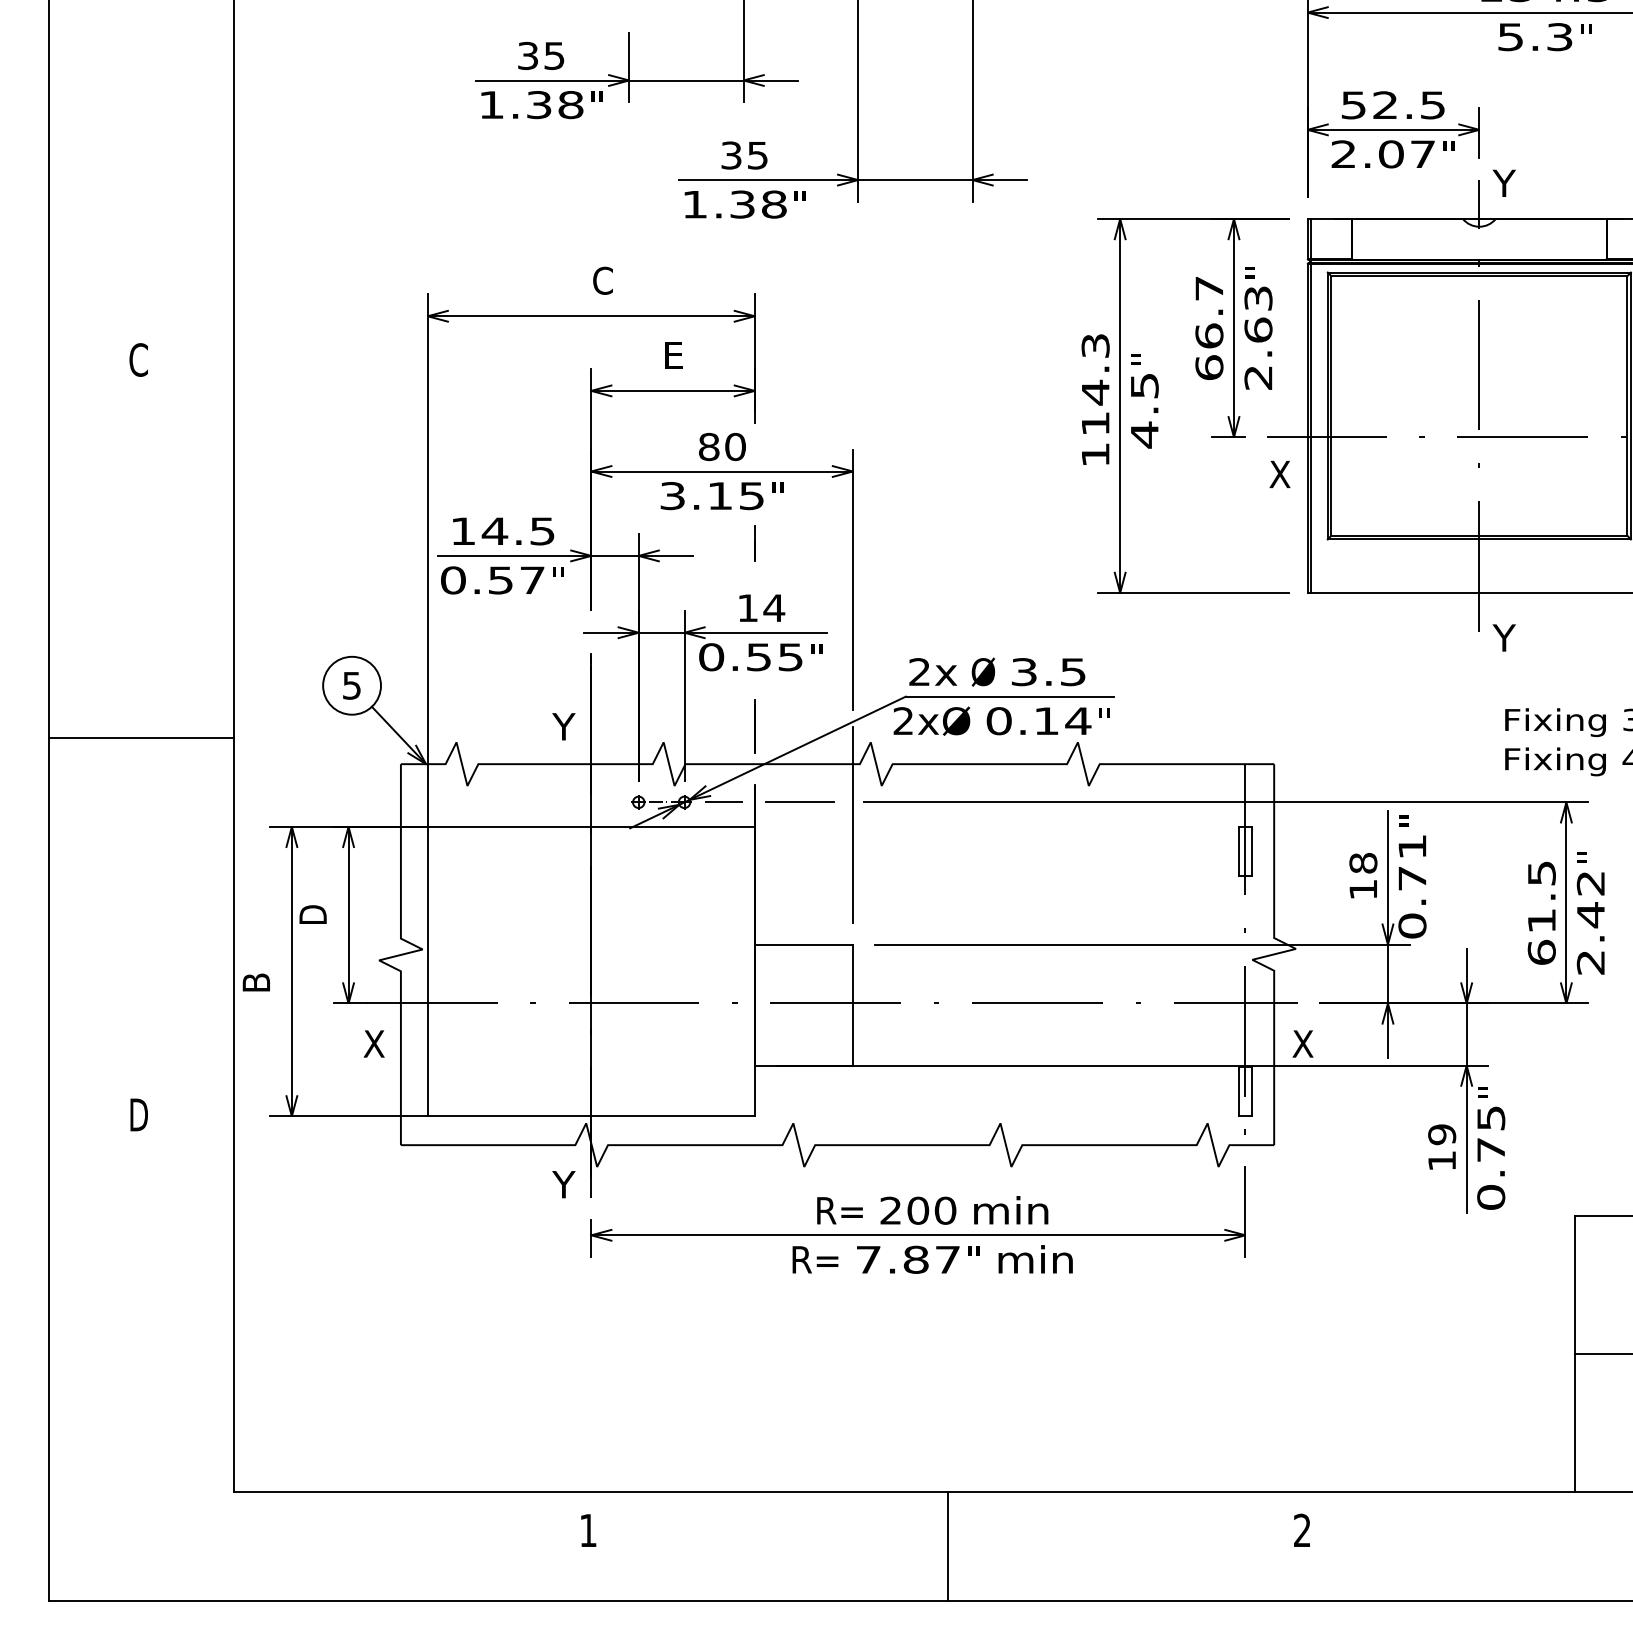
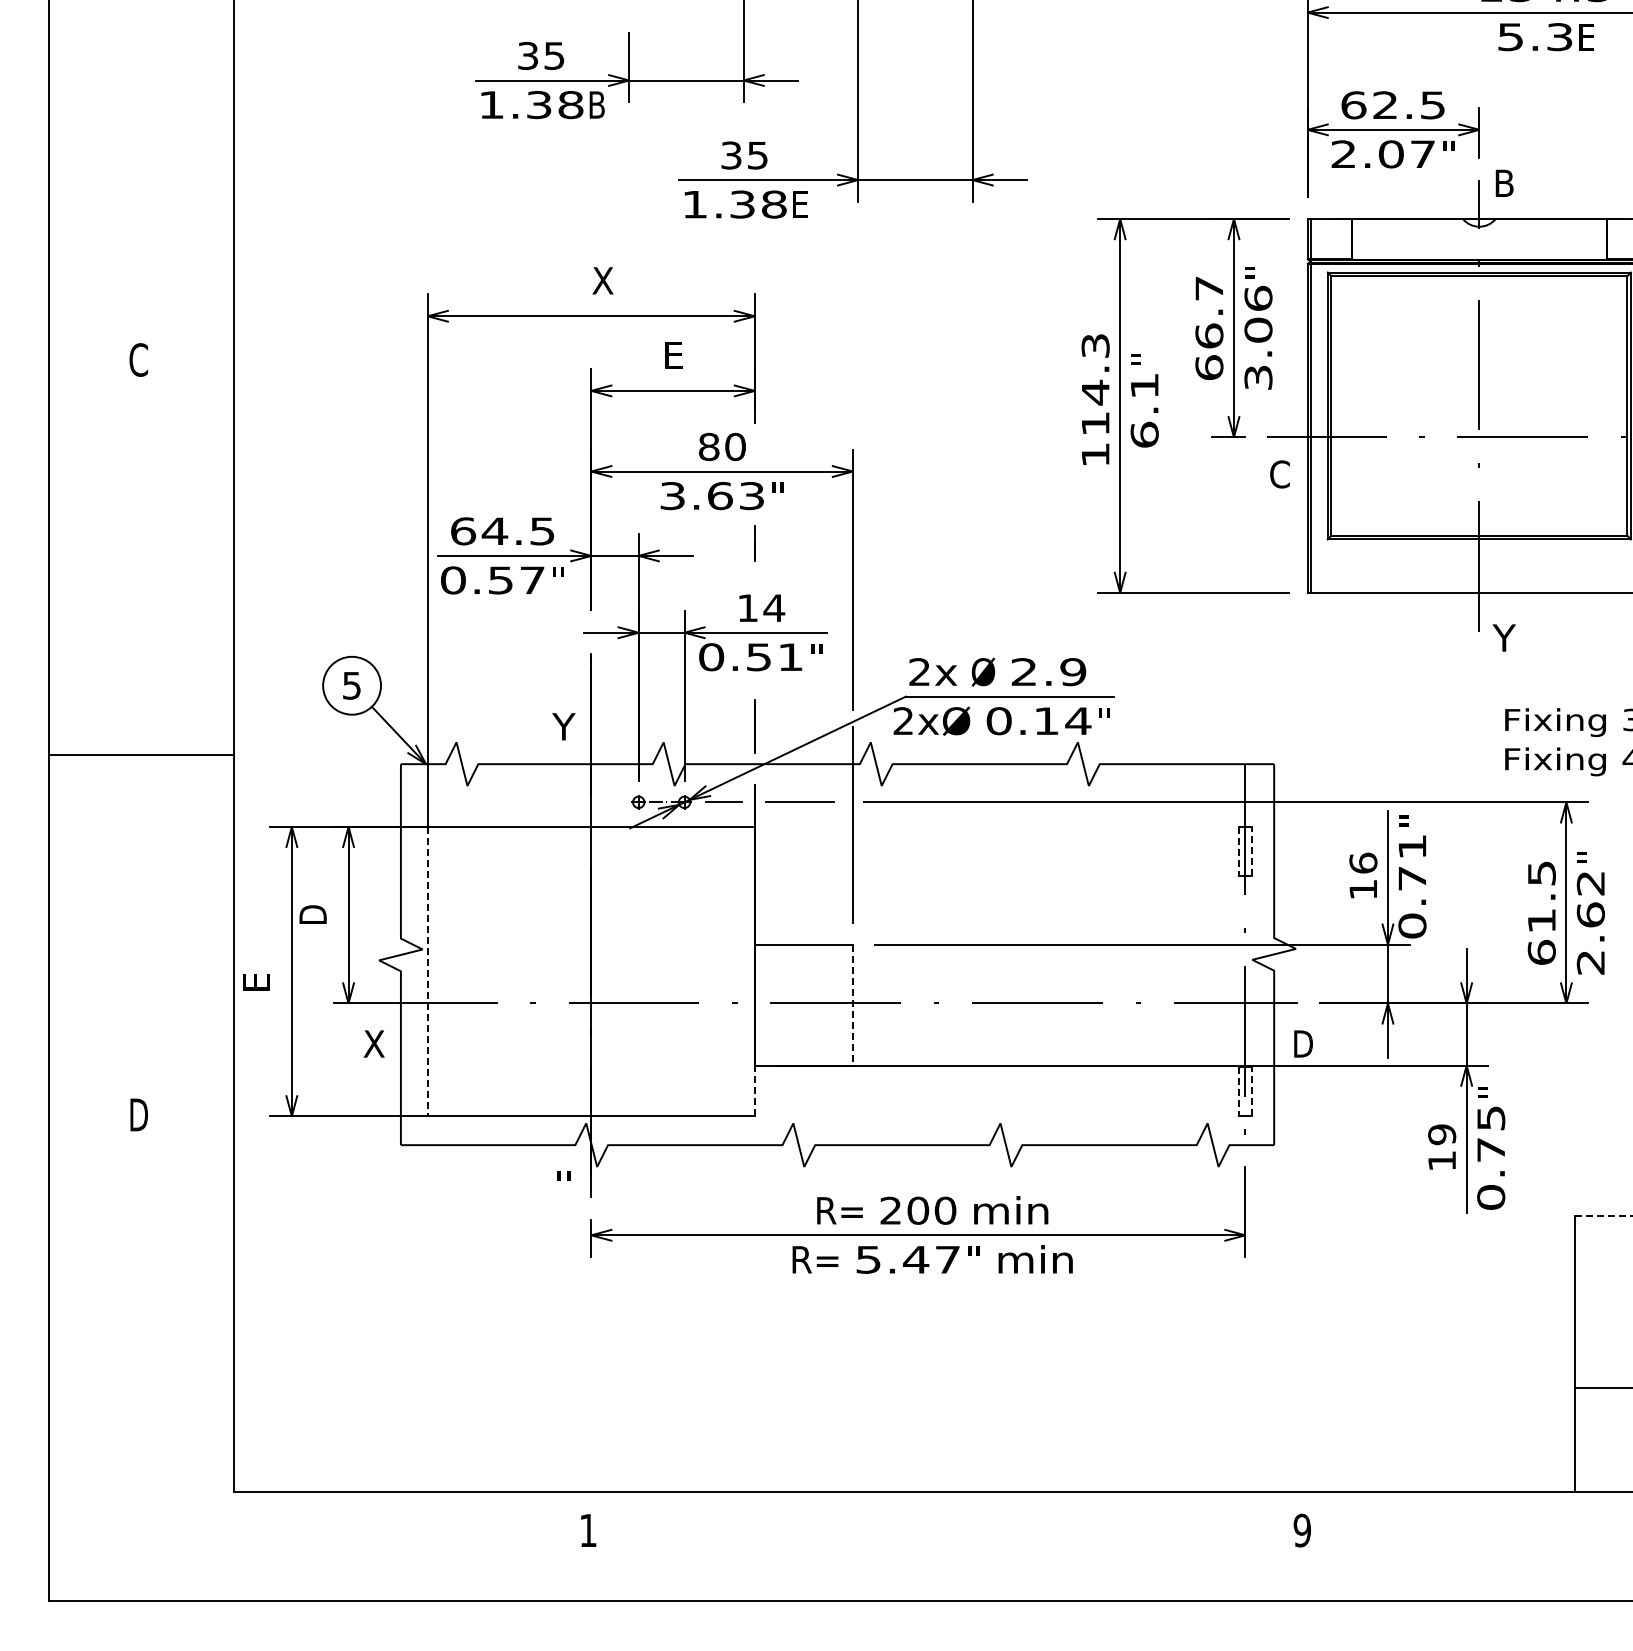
text at (1586, 37): " -> E
text at (596, 104): " -> B
text at (1353, 105): 52.5 -> 62.5
text at (1503, 182): Y -> B
text at (800, 204): " -> E
text at (602, 280): C -> X
text at (1258, 337): 2.63 -> 3.06
text at (1144, 411): 4.5 -> 6.1
text at (1279, 474): X -> C
text at (735, 496): 3.15 -> 3.63
text at (463, 531): 14.5 -> 64.5
text at (790, 657): 0.55 -> 0.51
text at (1048, 672): 3.5 -> 2.9
line at (141, 737) position: (141, 737) -> (141, 754)
line at (1238, 851): solid -> dashed
line at (1251, 851): solid -> dashed
text at (1363, 862): 18 -> 16
text at (1590, 915): 2.42 -> 2.62
line at (427, 971): solid -> dashed
text at (255, 982): B -> E
line at (852, 1005): solid -> dashed
text at (1302, 1043): X -> D
line at (754, 1090): solid -> dashed
line at (1238, 1091): solid -> dashed
line at (1251, 1091): solid -> dashed
text at (563, 1184): Y -> "
line at (1604, 1215): solid -> dashed
text at (892, 1259): 7.87 -> 5.47
line at (1602, 1354) position: (1602, 1354) -> (1602, 1388)
text at (1301, 1530): 2 -> 9
line at (948, 1546): present -> none
